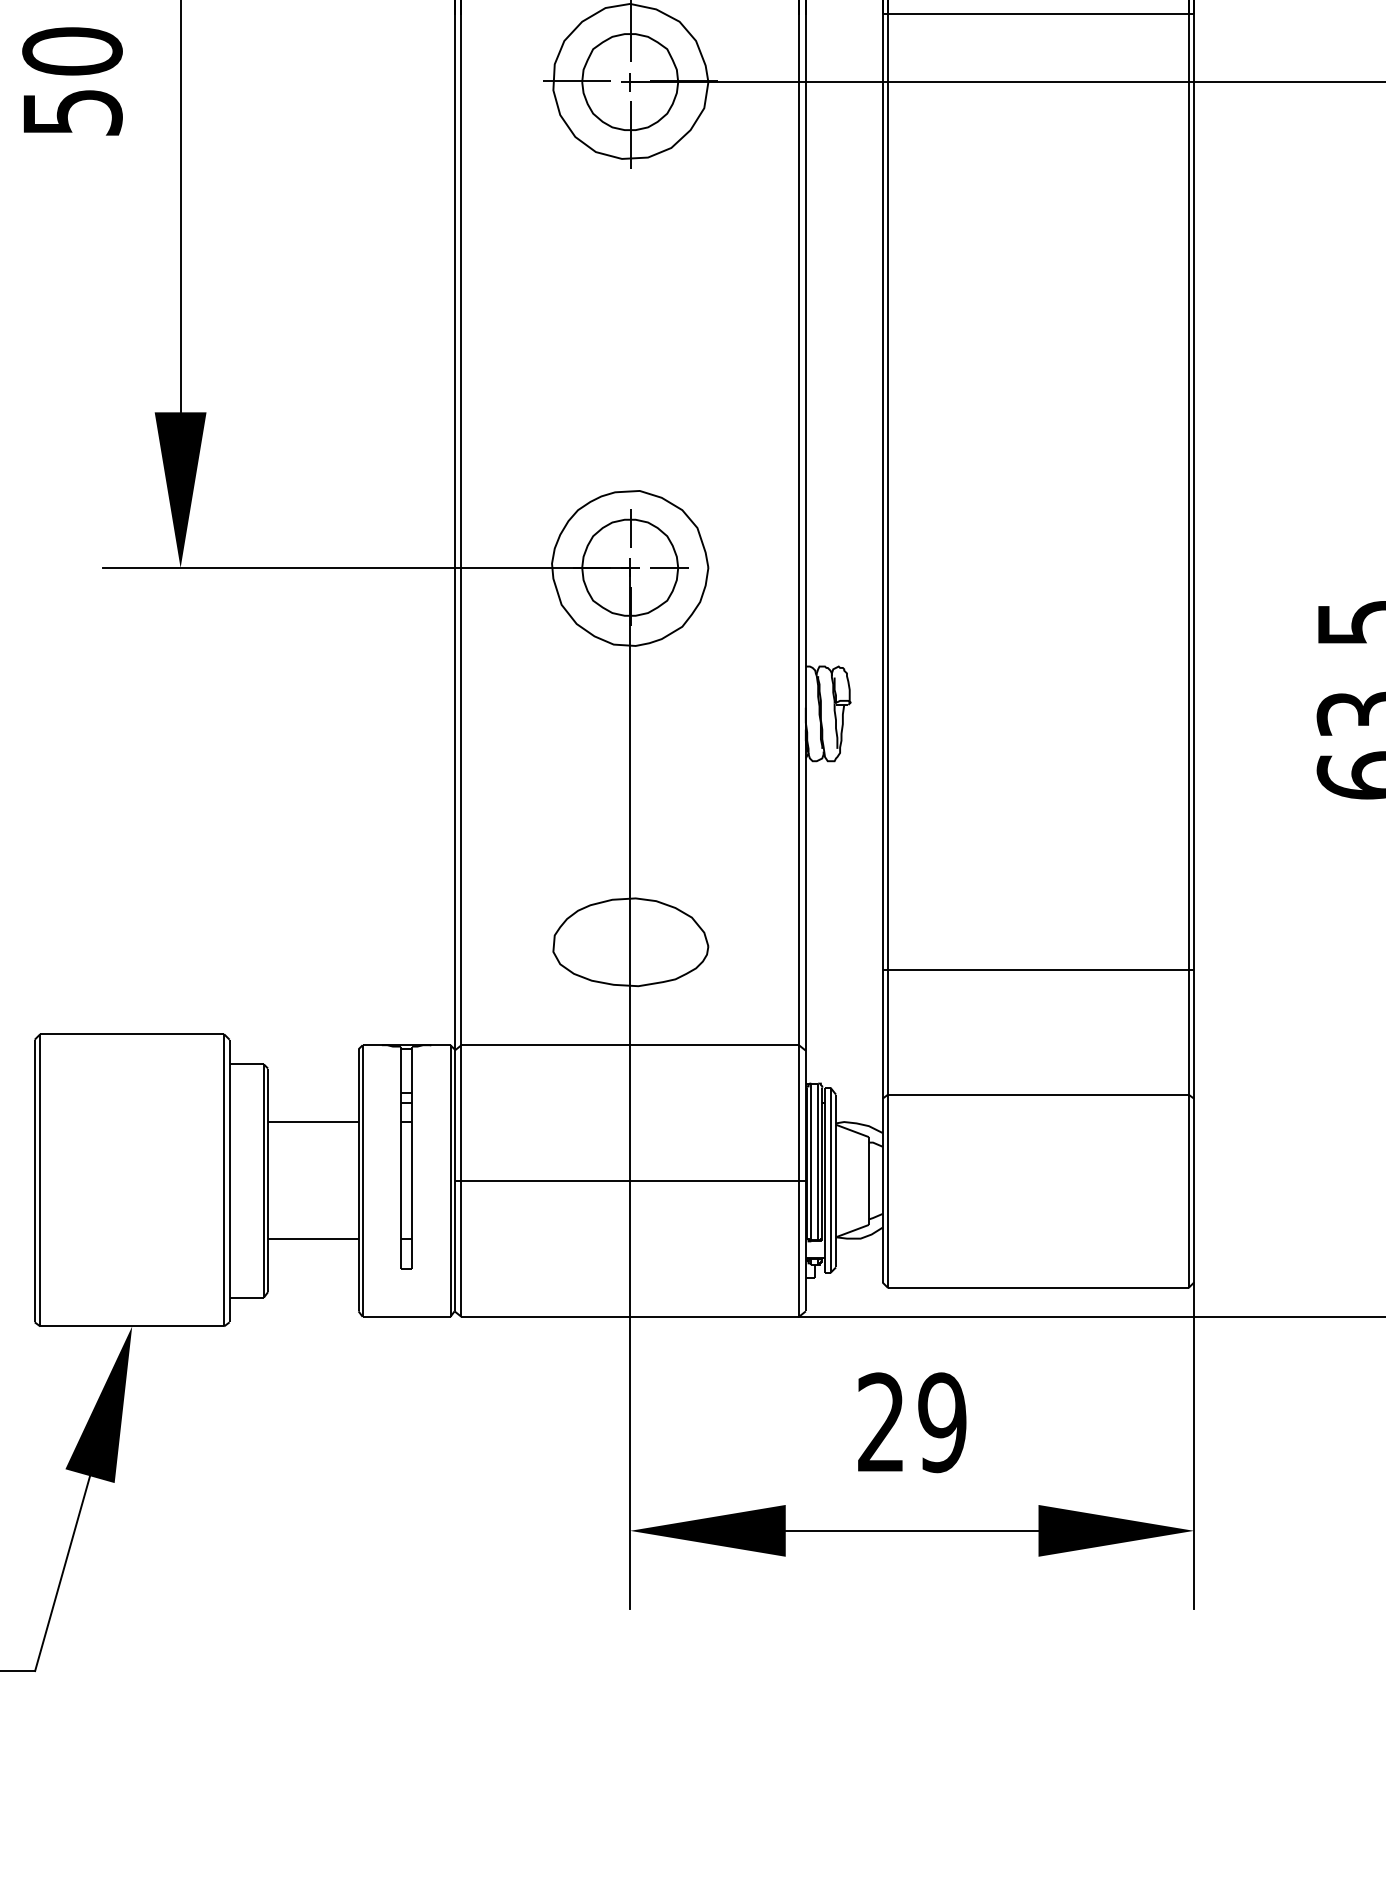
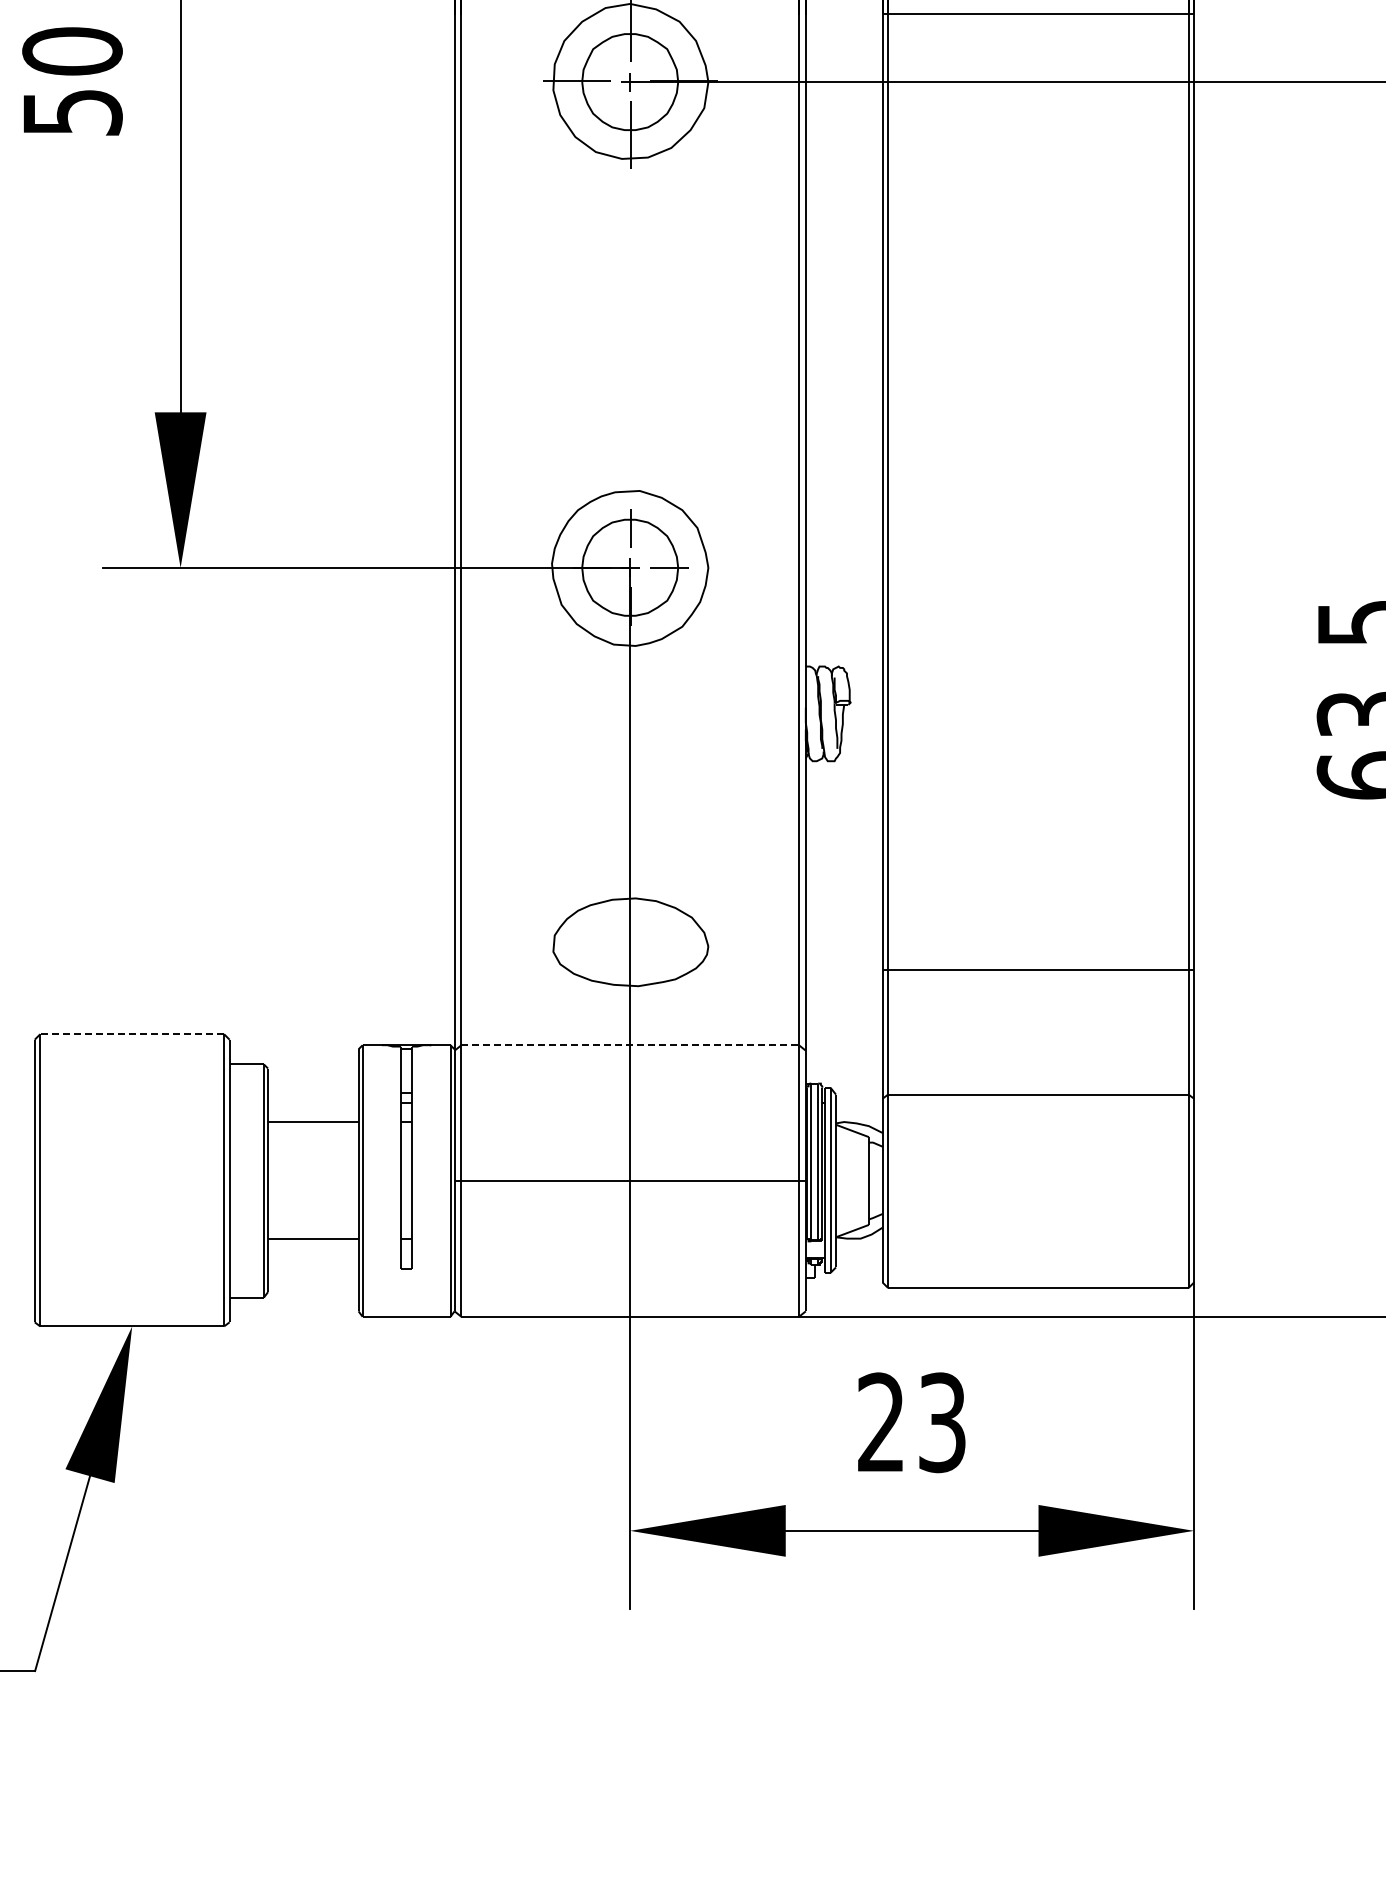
line at (132, 1034): solid -> dashed
line at (630, 1045): solid -> dashed
text at (942, 1422): 29 -> 23
